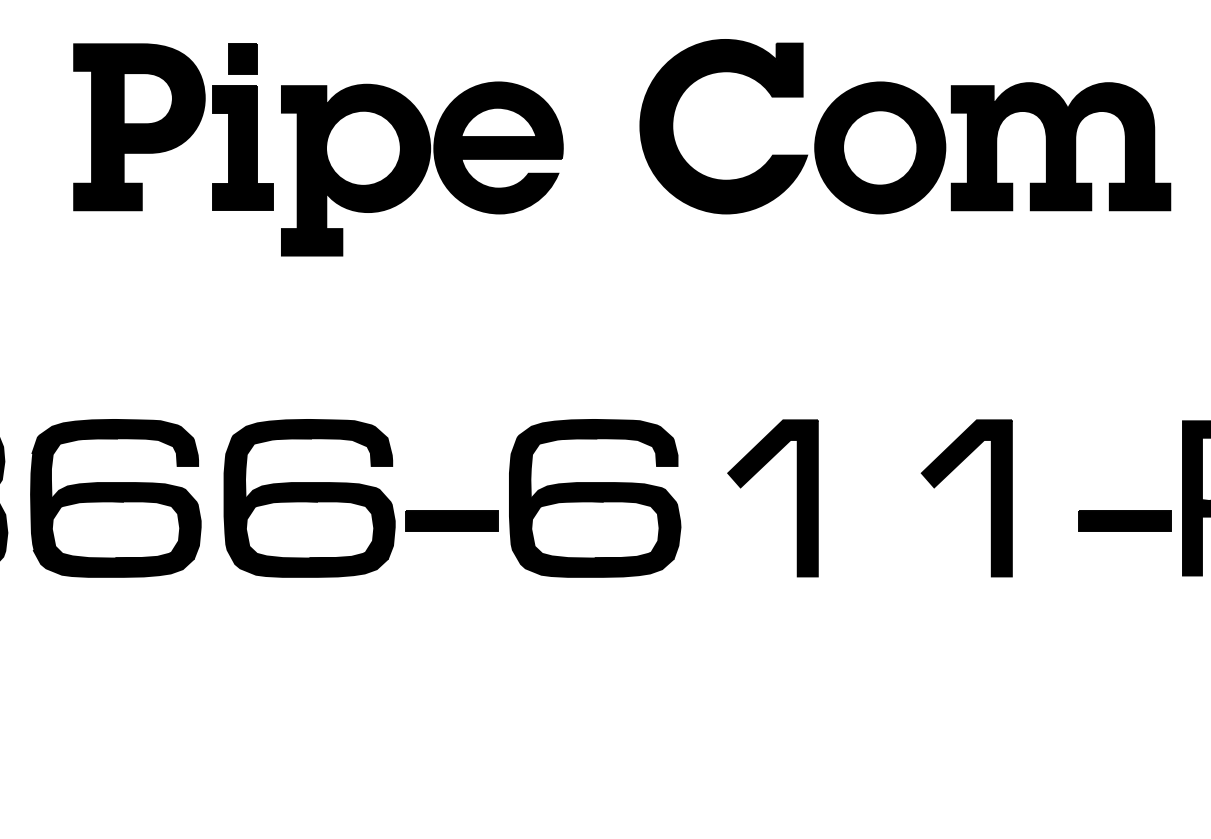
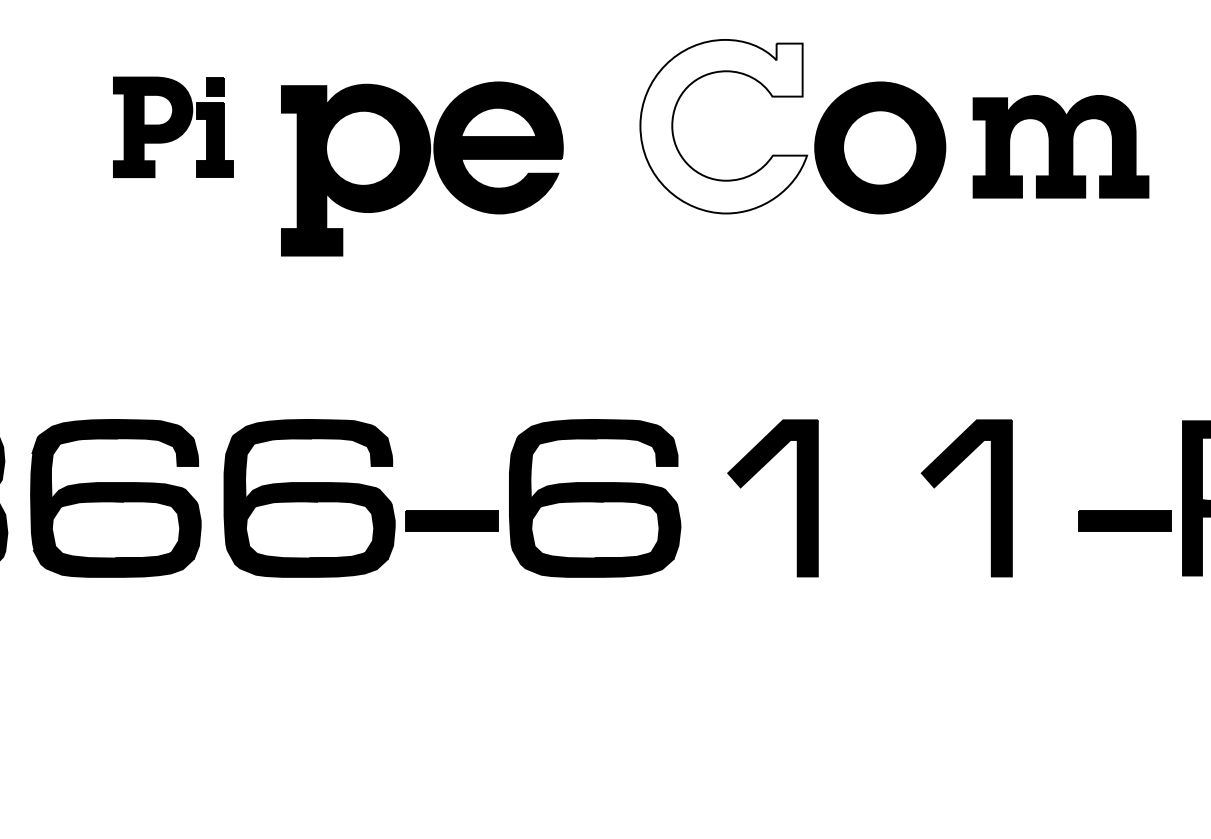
fill at (723, 126): present -> none
part at (173, 127) size: 201x169 px -> 121x102 px
part at (1060, 146) size: 222x130 px -> 178x104 px
